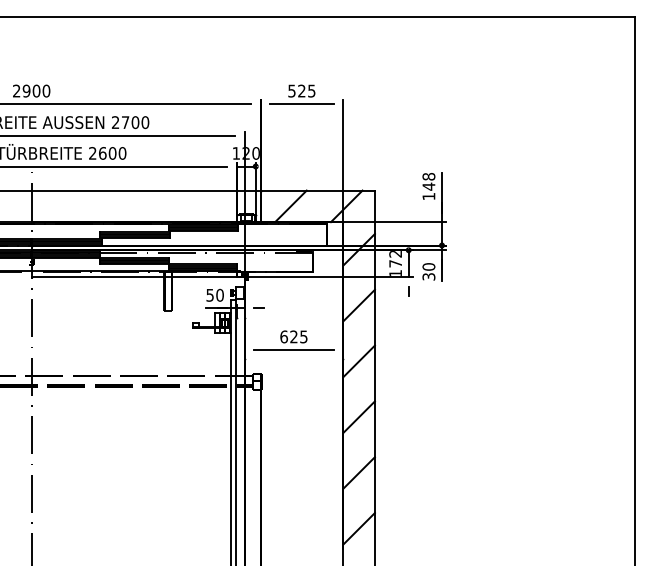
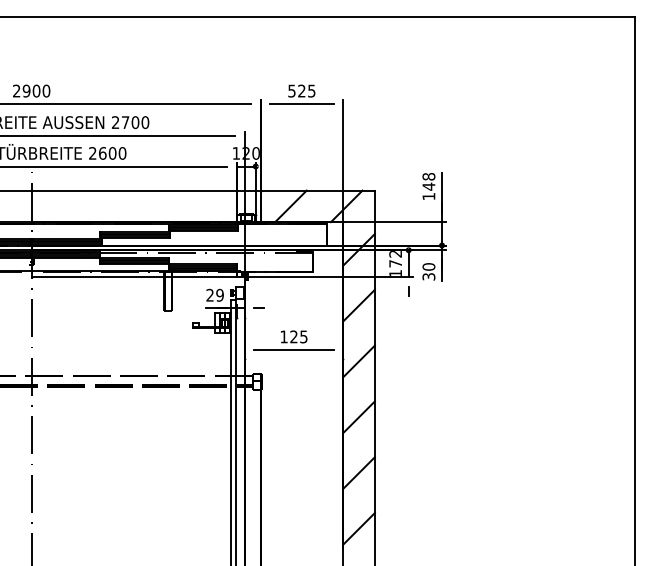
text at (214, 294): 50 -> 29
text at (283, 336): 625 -> 125
